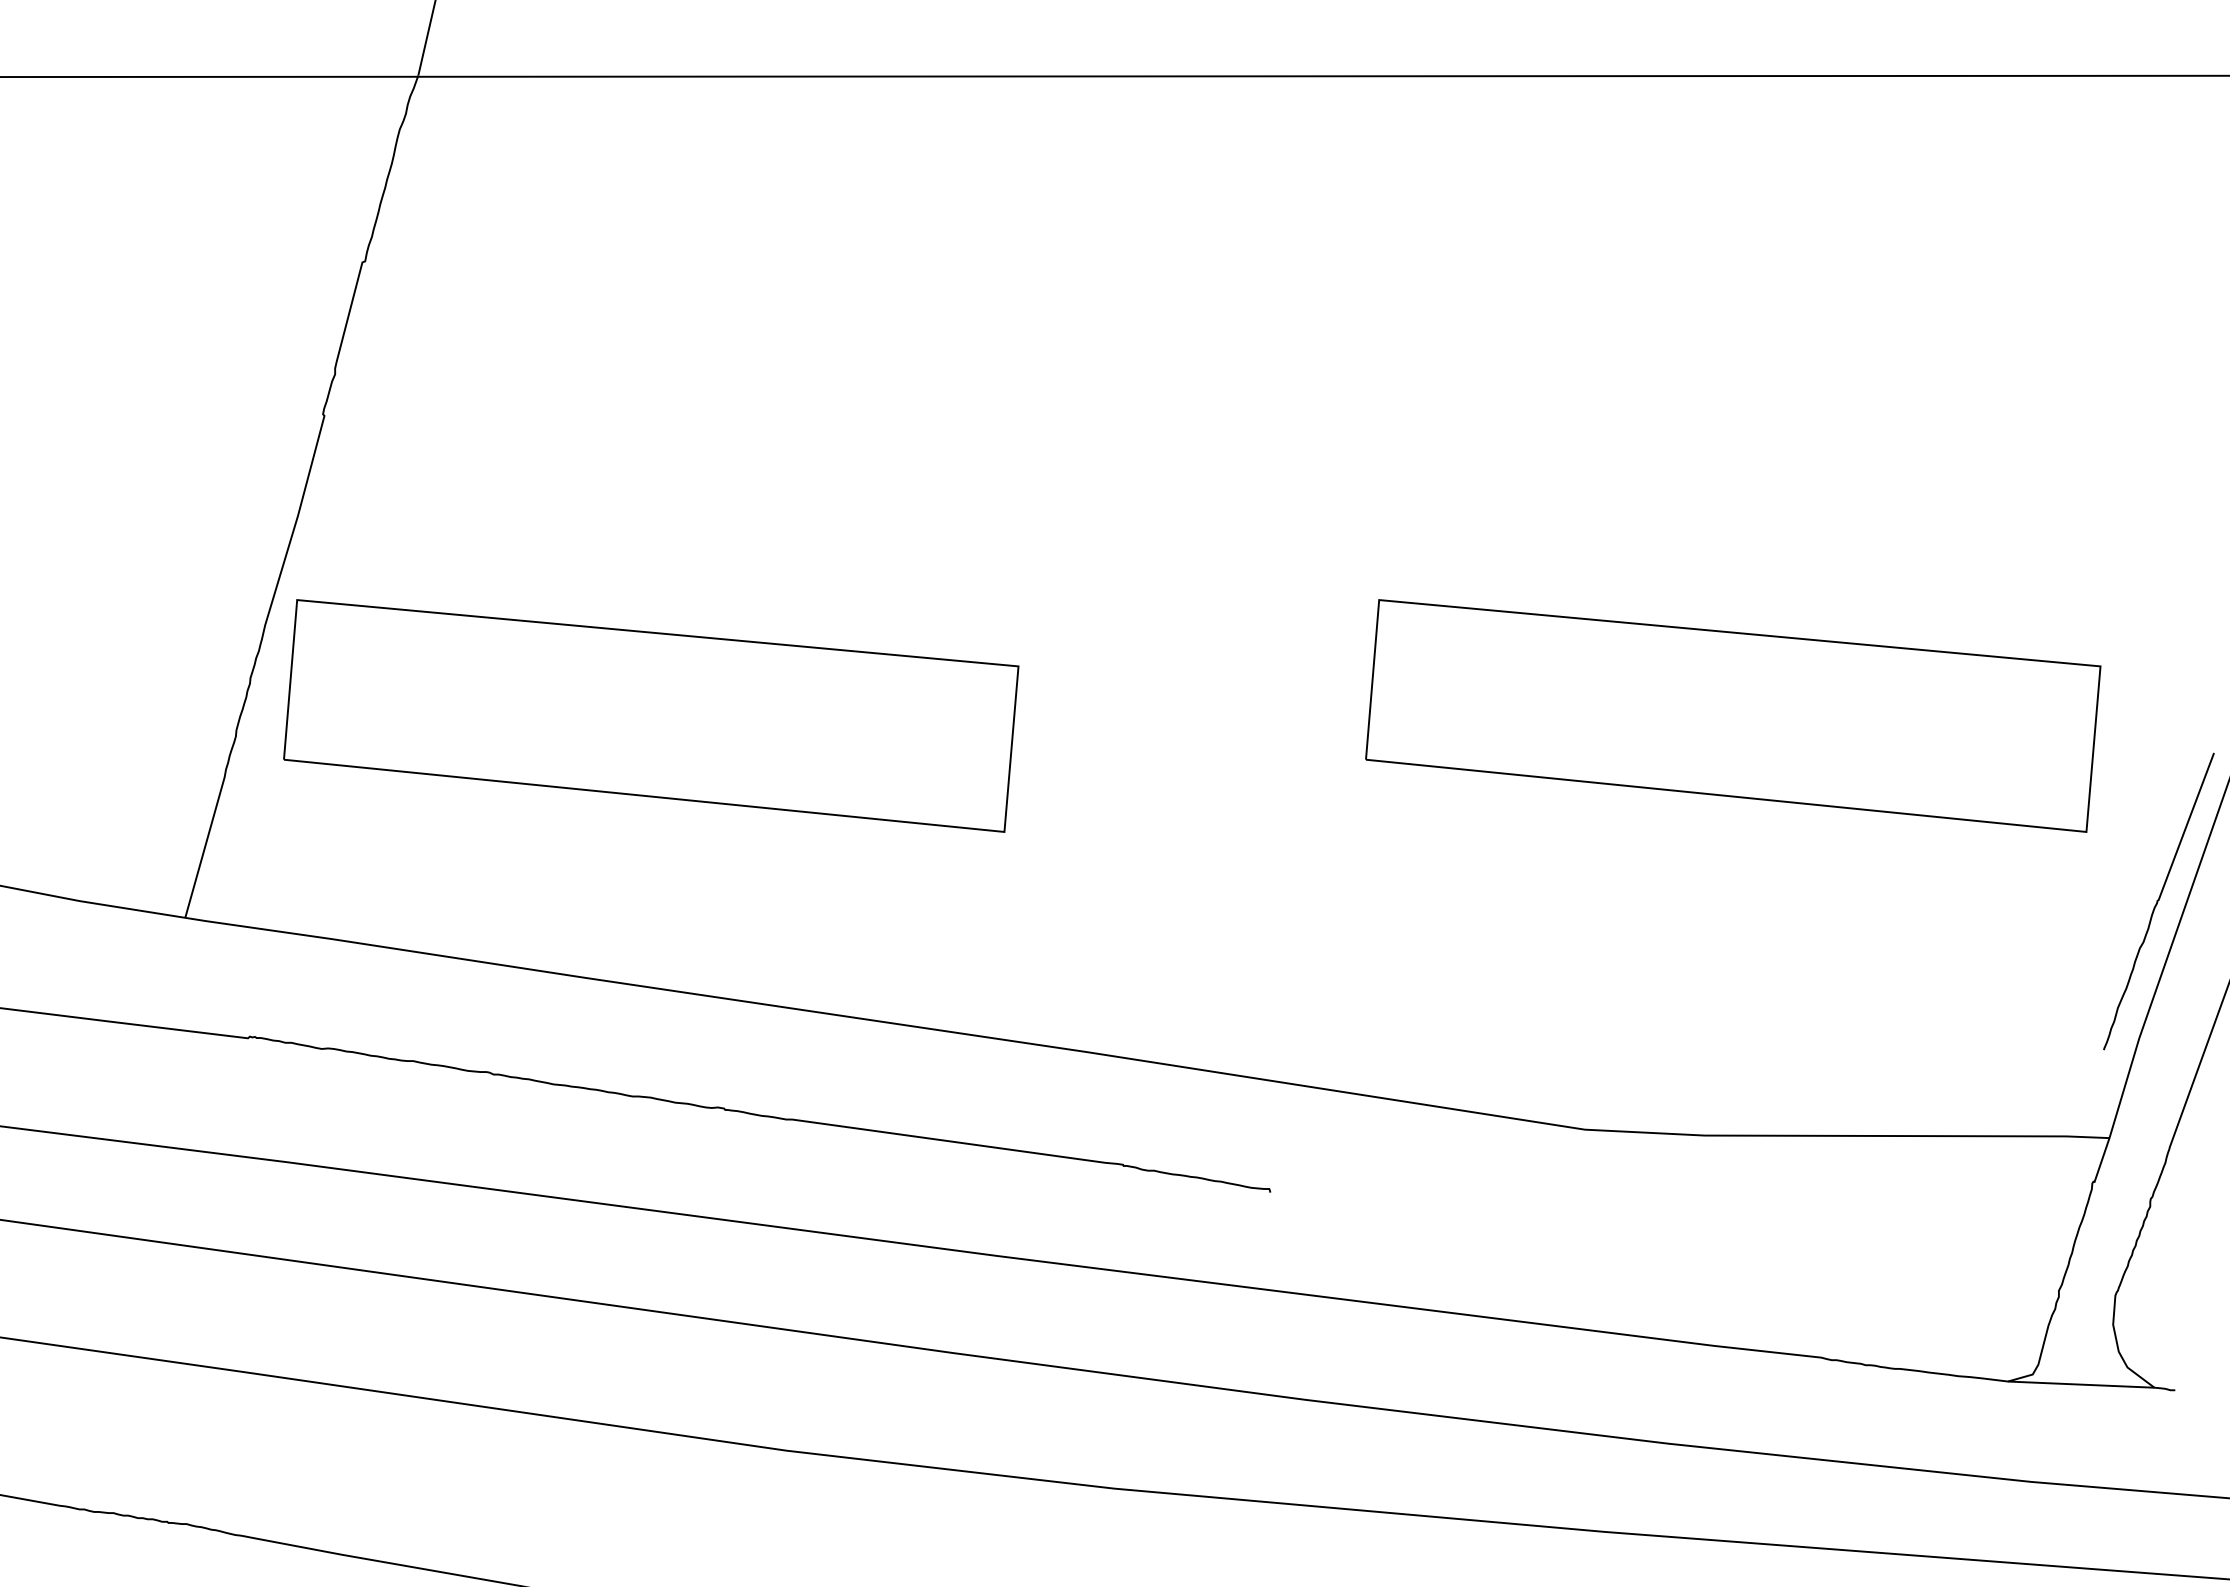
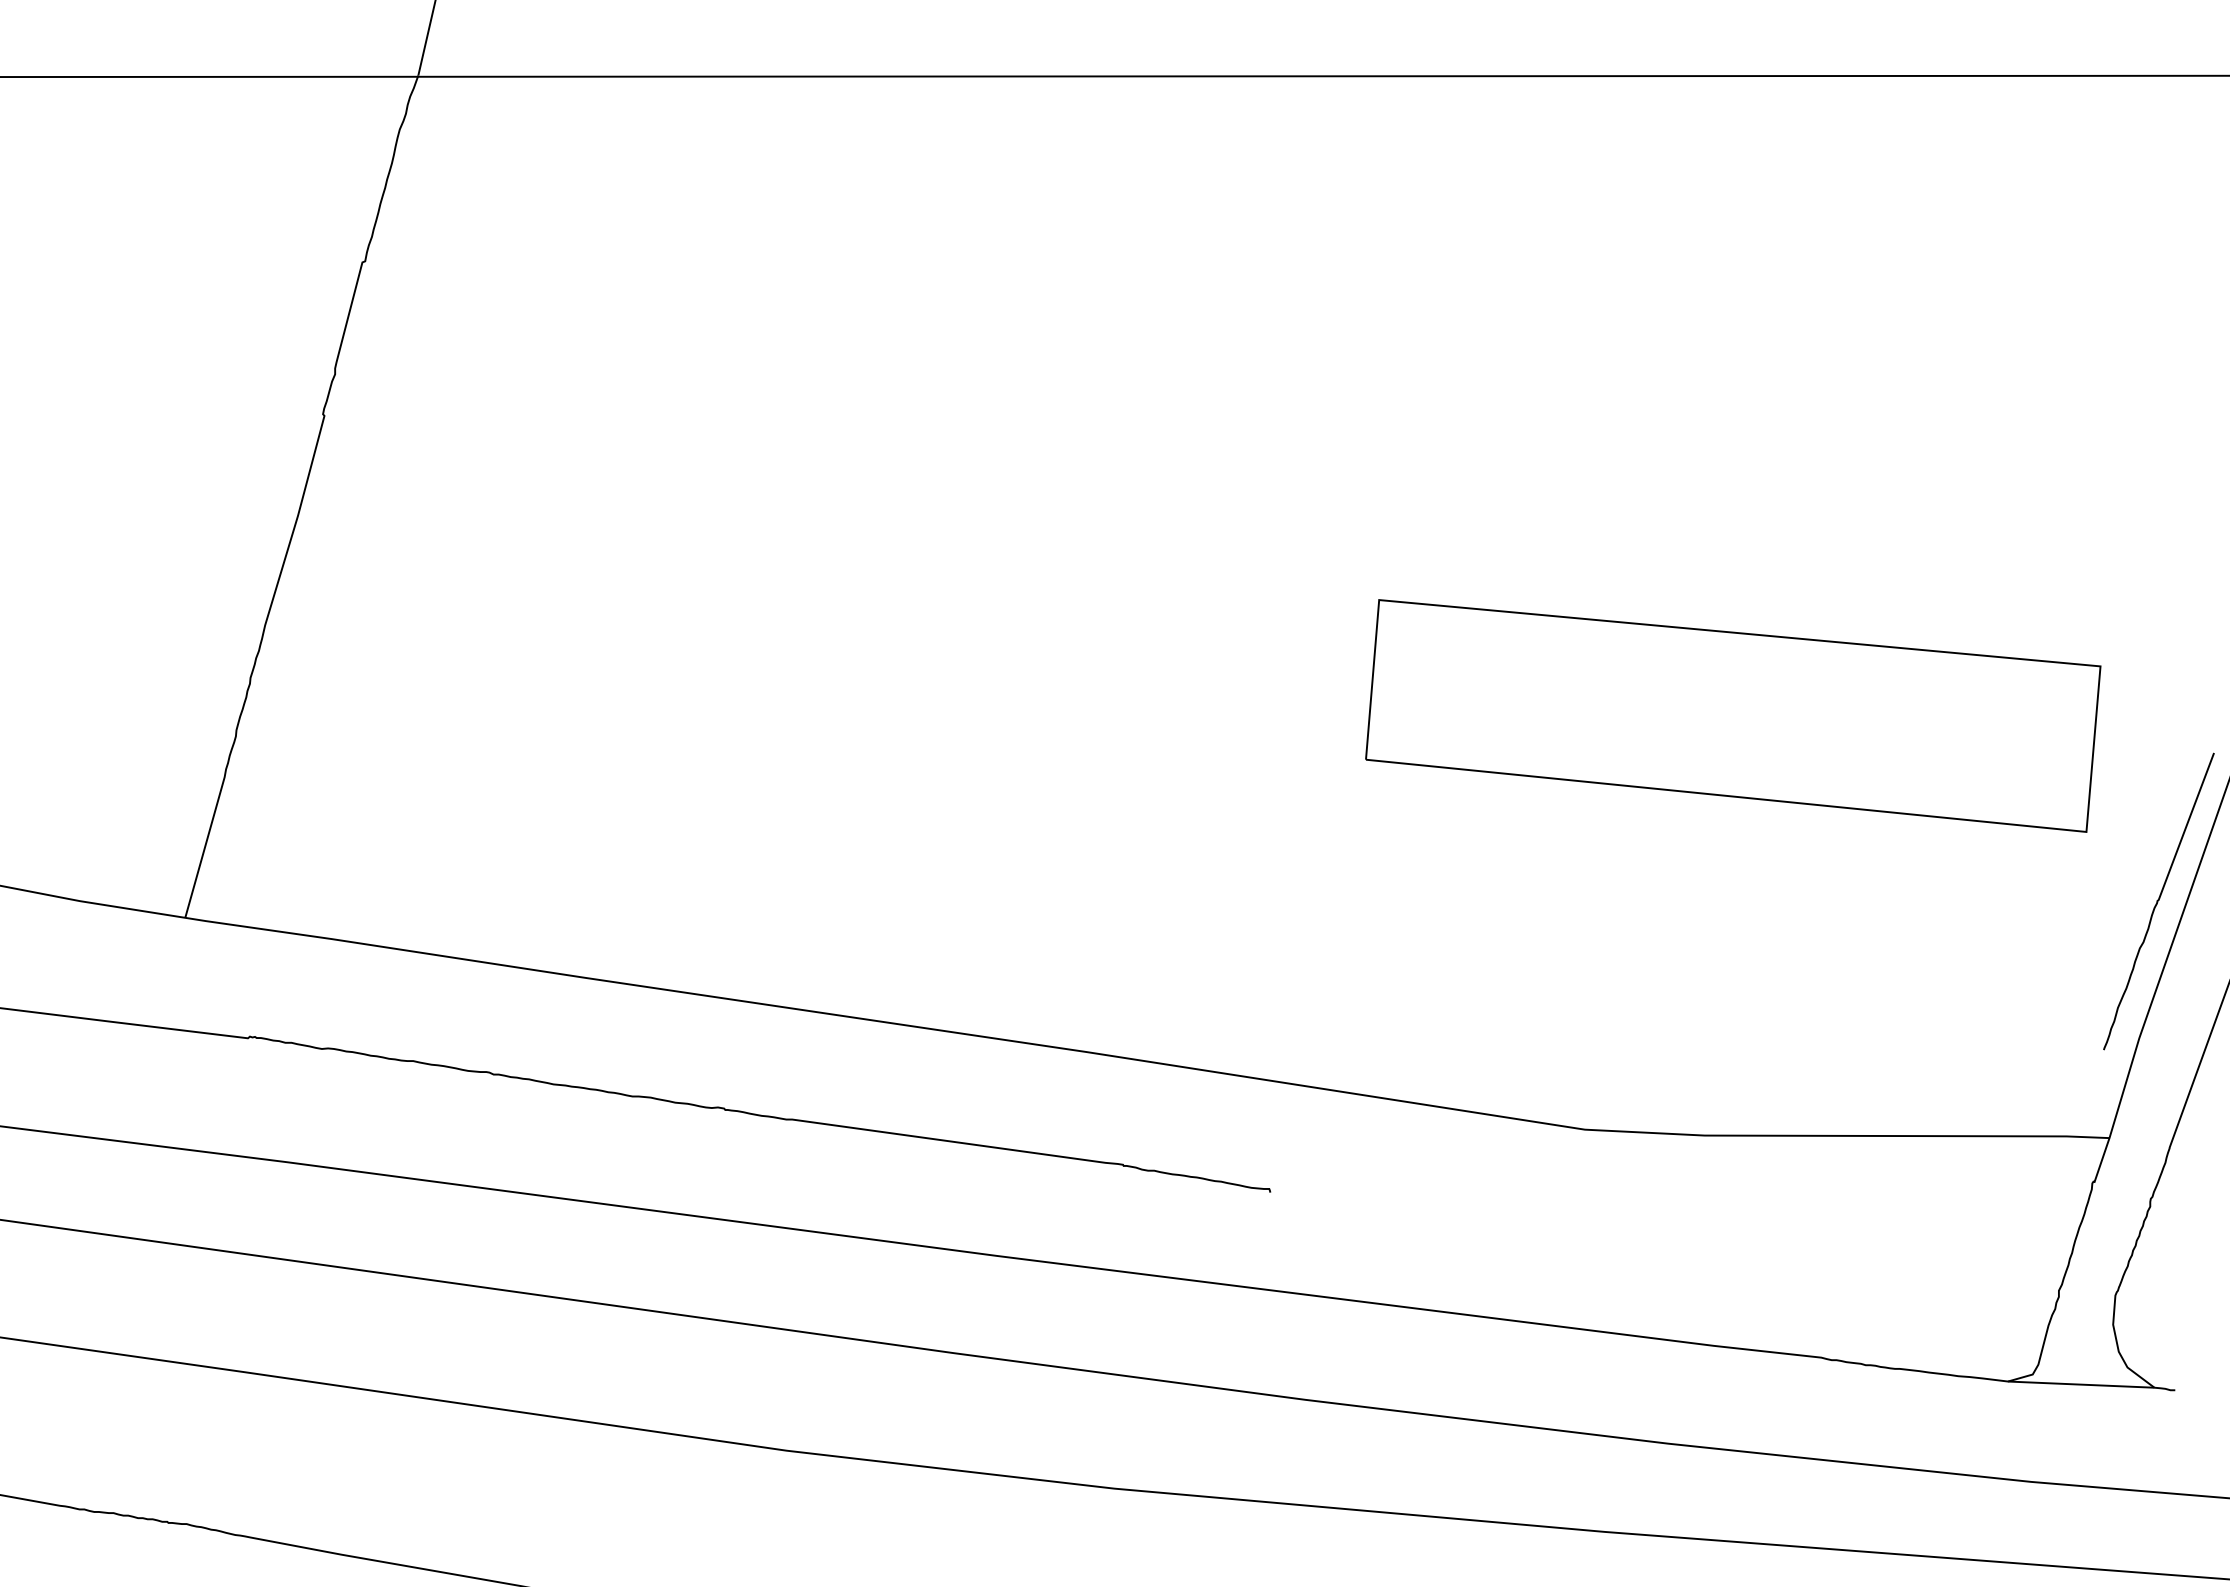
part at (651, 715): present -> none
